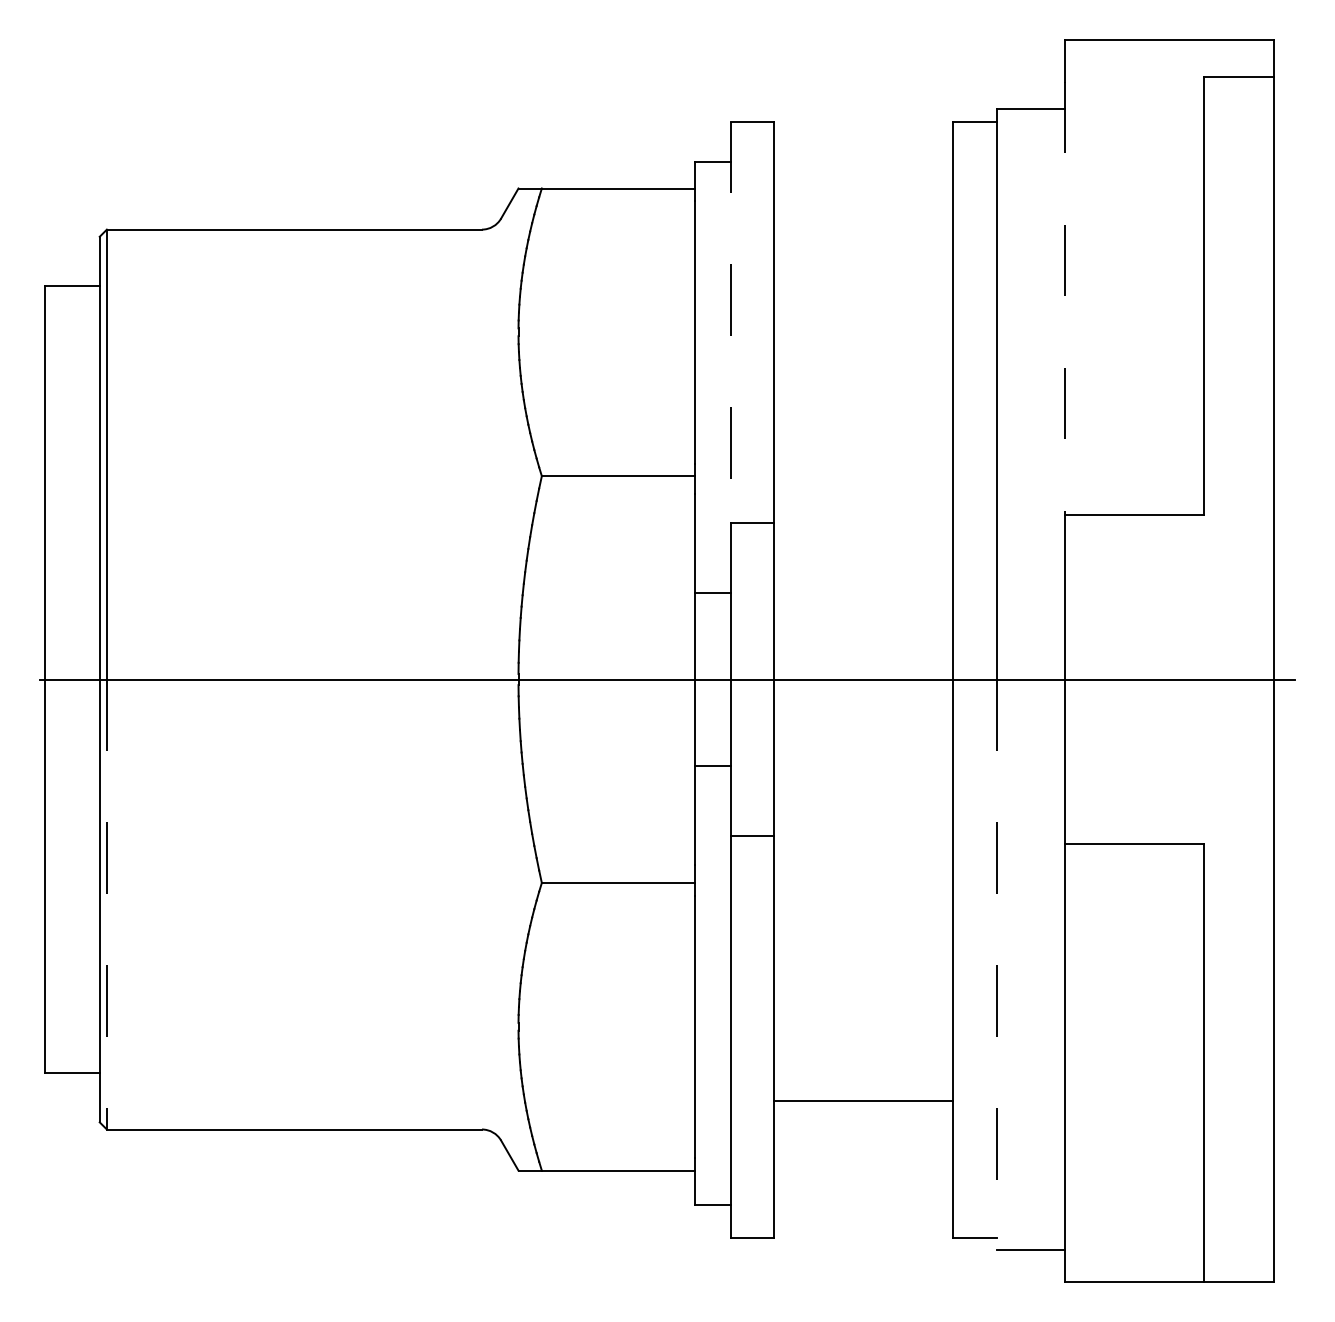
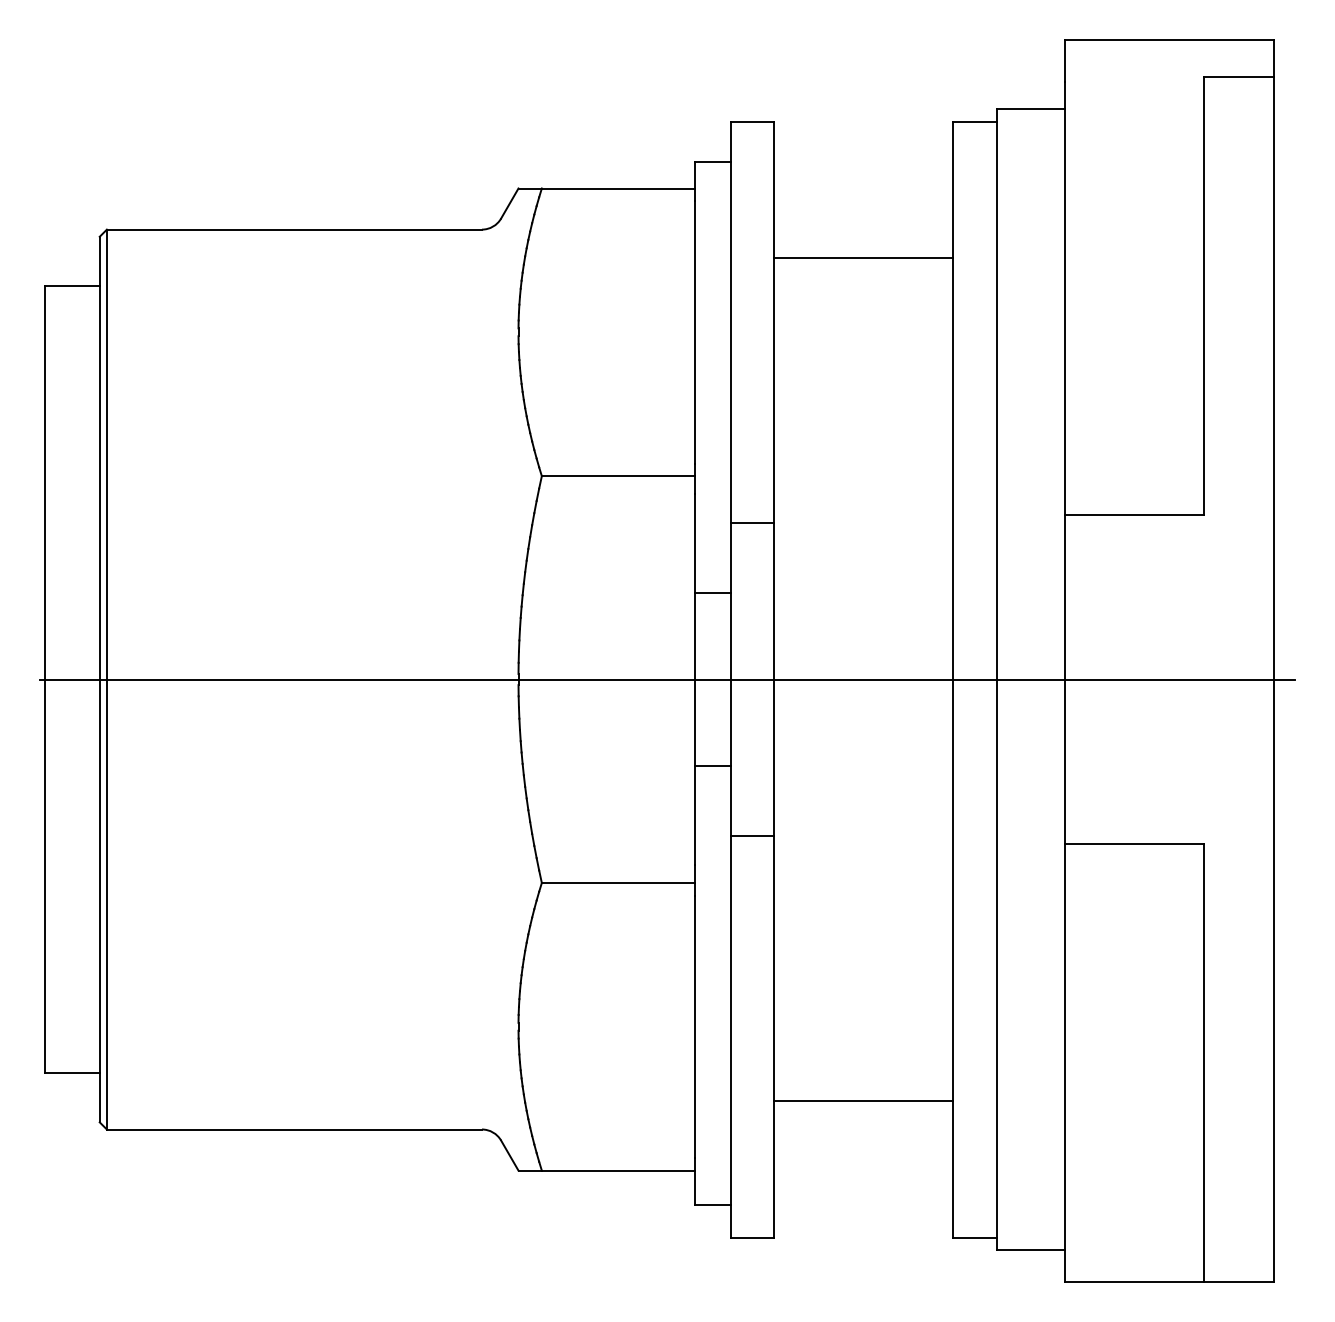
line at (863, 258): none -> present
line at (1064, 298): dashed -> solid
line at (731, 322): dashed -> solid
line at (106, 904): dashed -> solid
line at (997, 965): dashed -> solid
